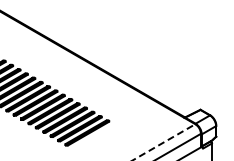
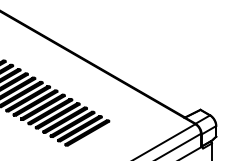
line at (164, 142): dashed -> solid
